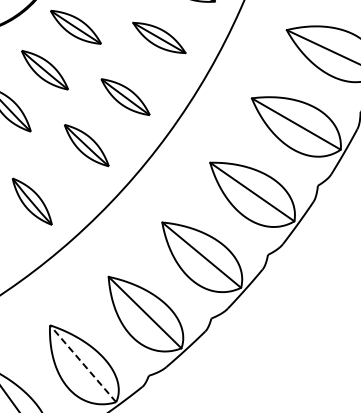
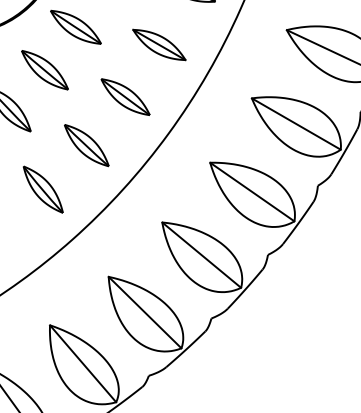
part at (159, 37) position: (159, 37) -> (159, 44)
part at (31, 201) position: (31, 201) -> (42, 189)
line at (83, 363): dashed -> solid
